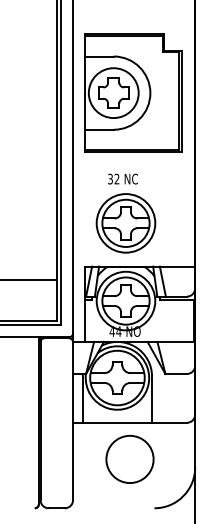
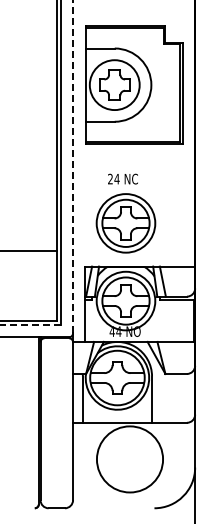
part at (133, 92) position: (133, 92) -> (134, 84)
line at (73, 166): solid -> dashed
text at (113, 178): 32 -> 24
line at (29, 280) position: (29, 280) -> (29, 251)
line at (29, 325): solid -> dashed
circle at (129, 459) diameter: 47 px -> 66 px
